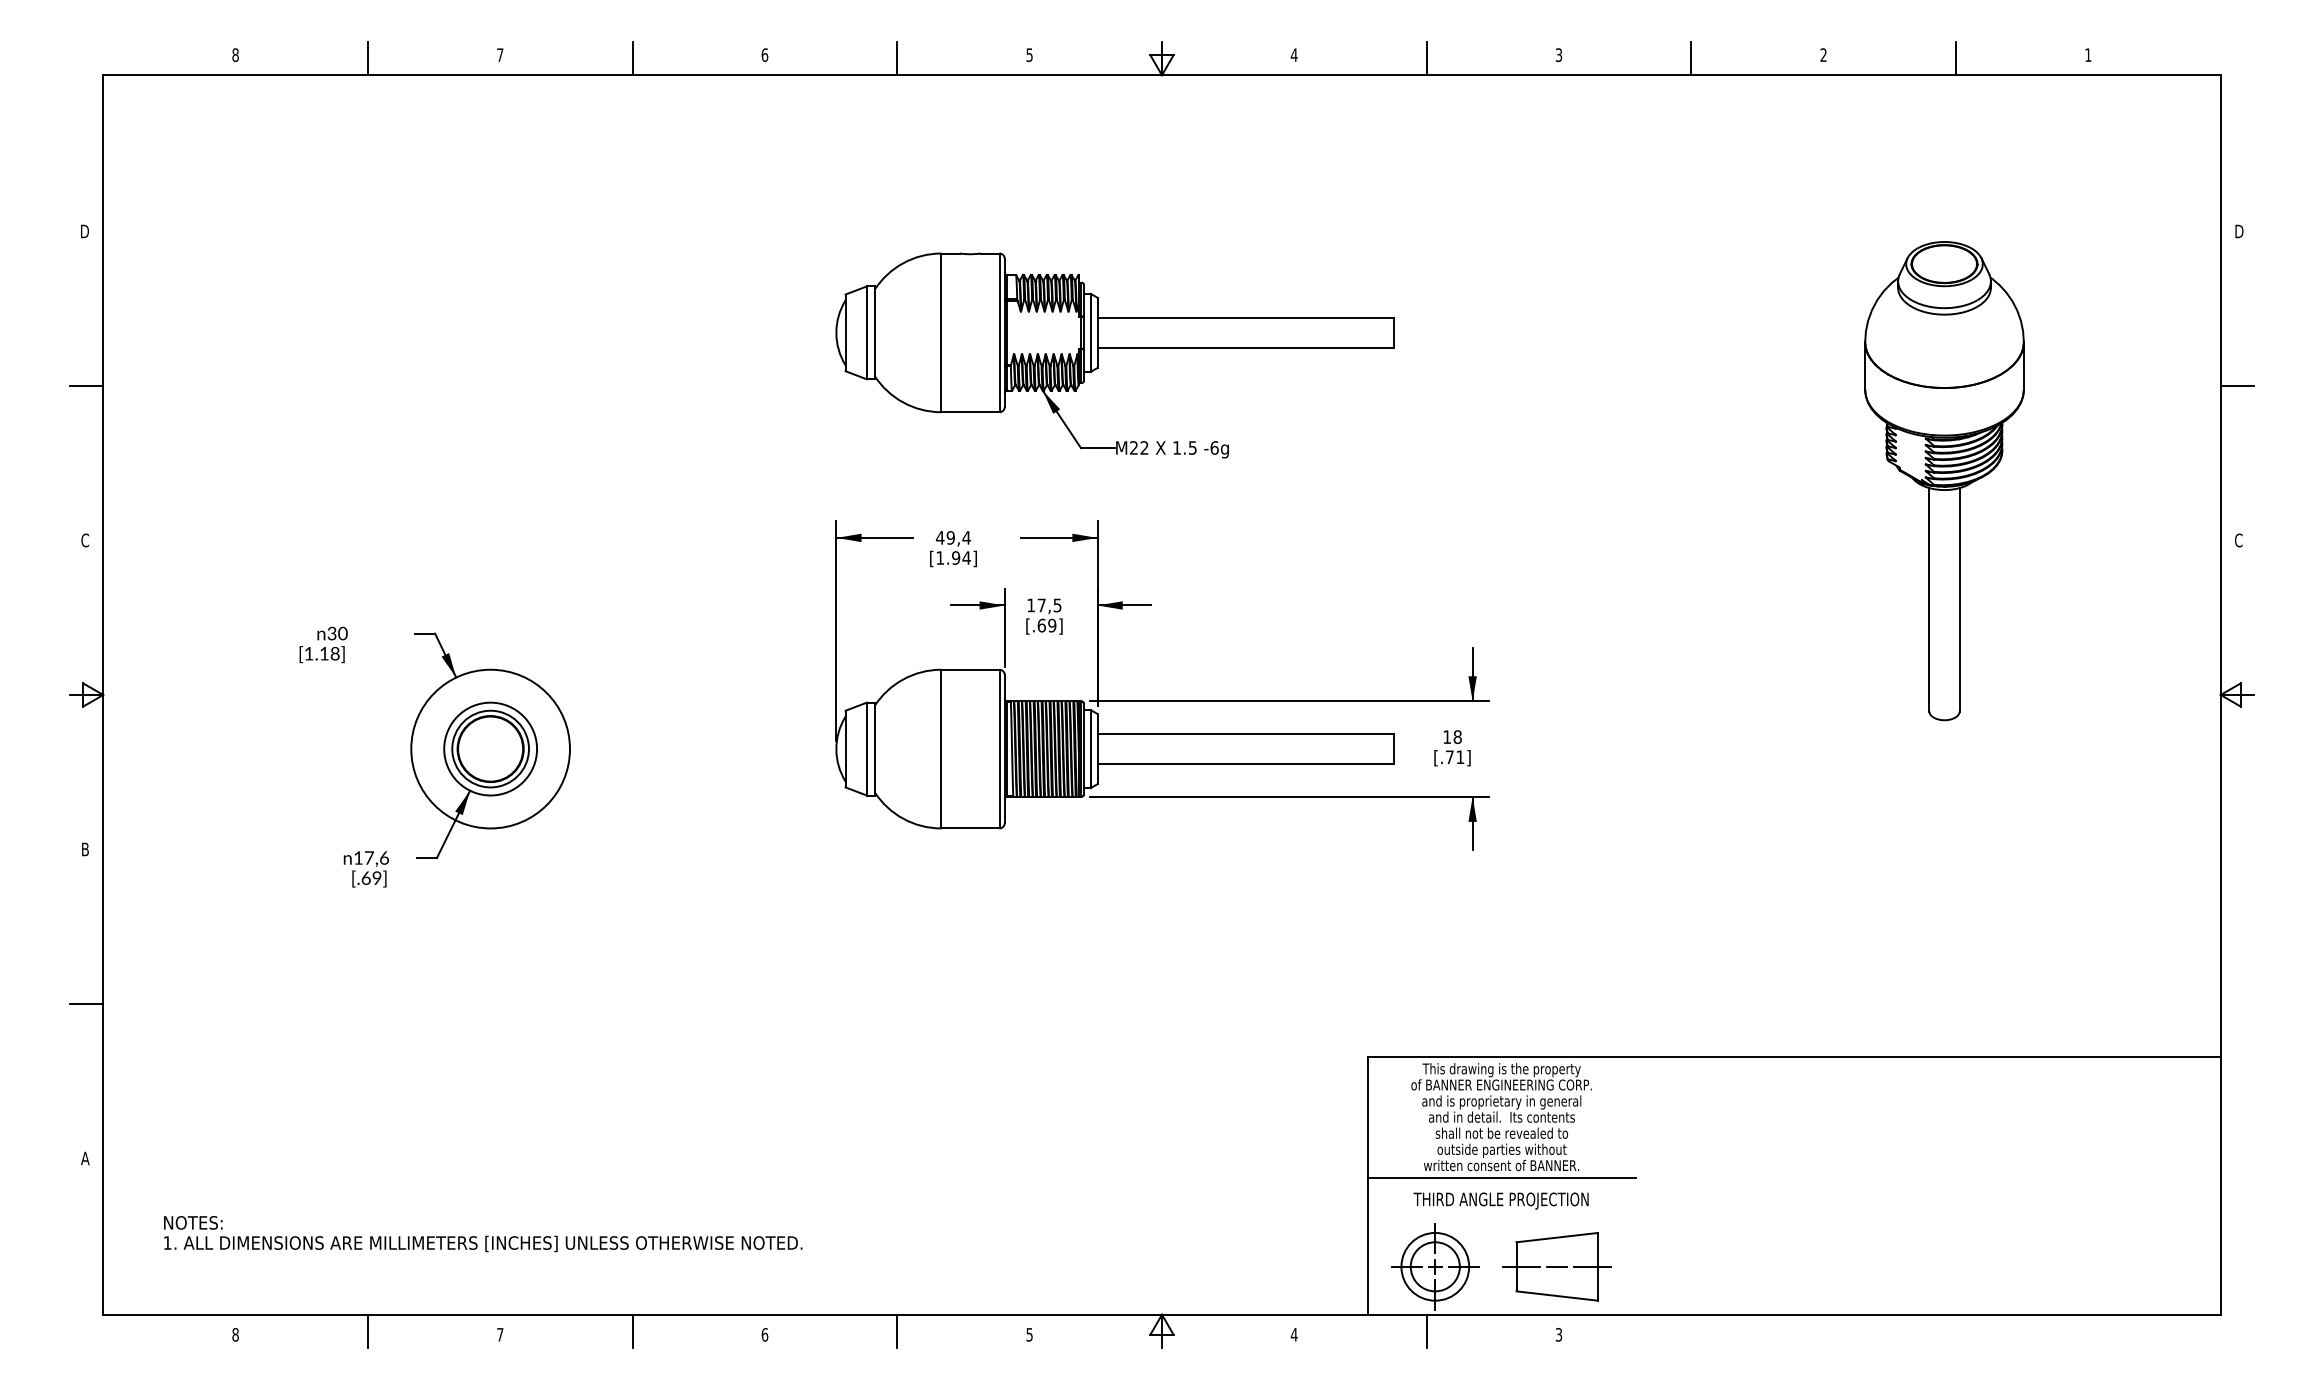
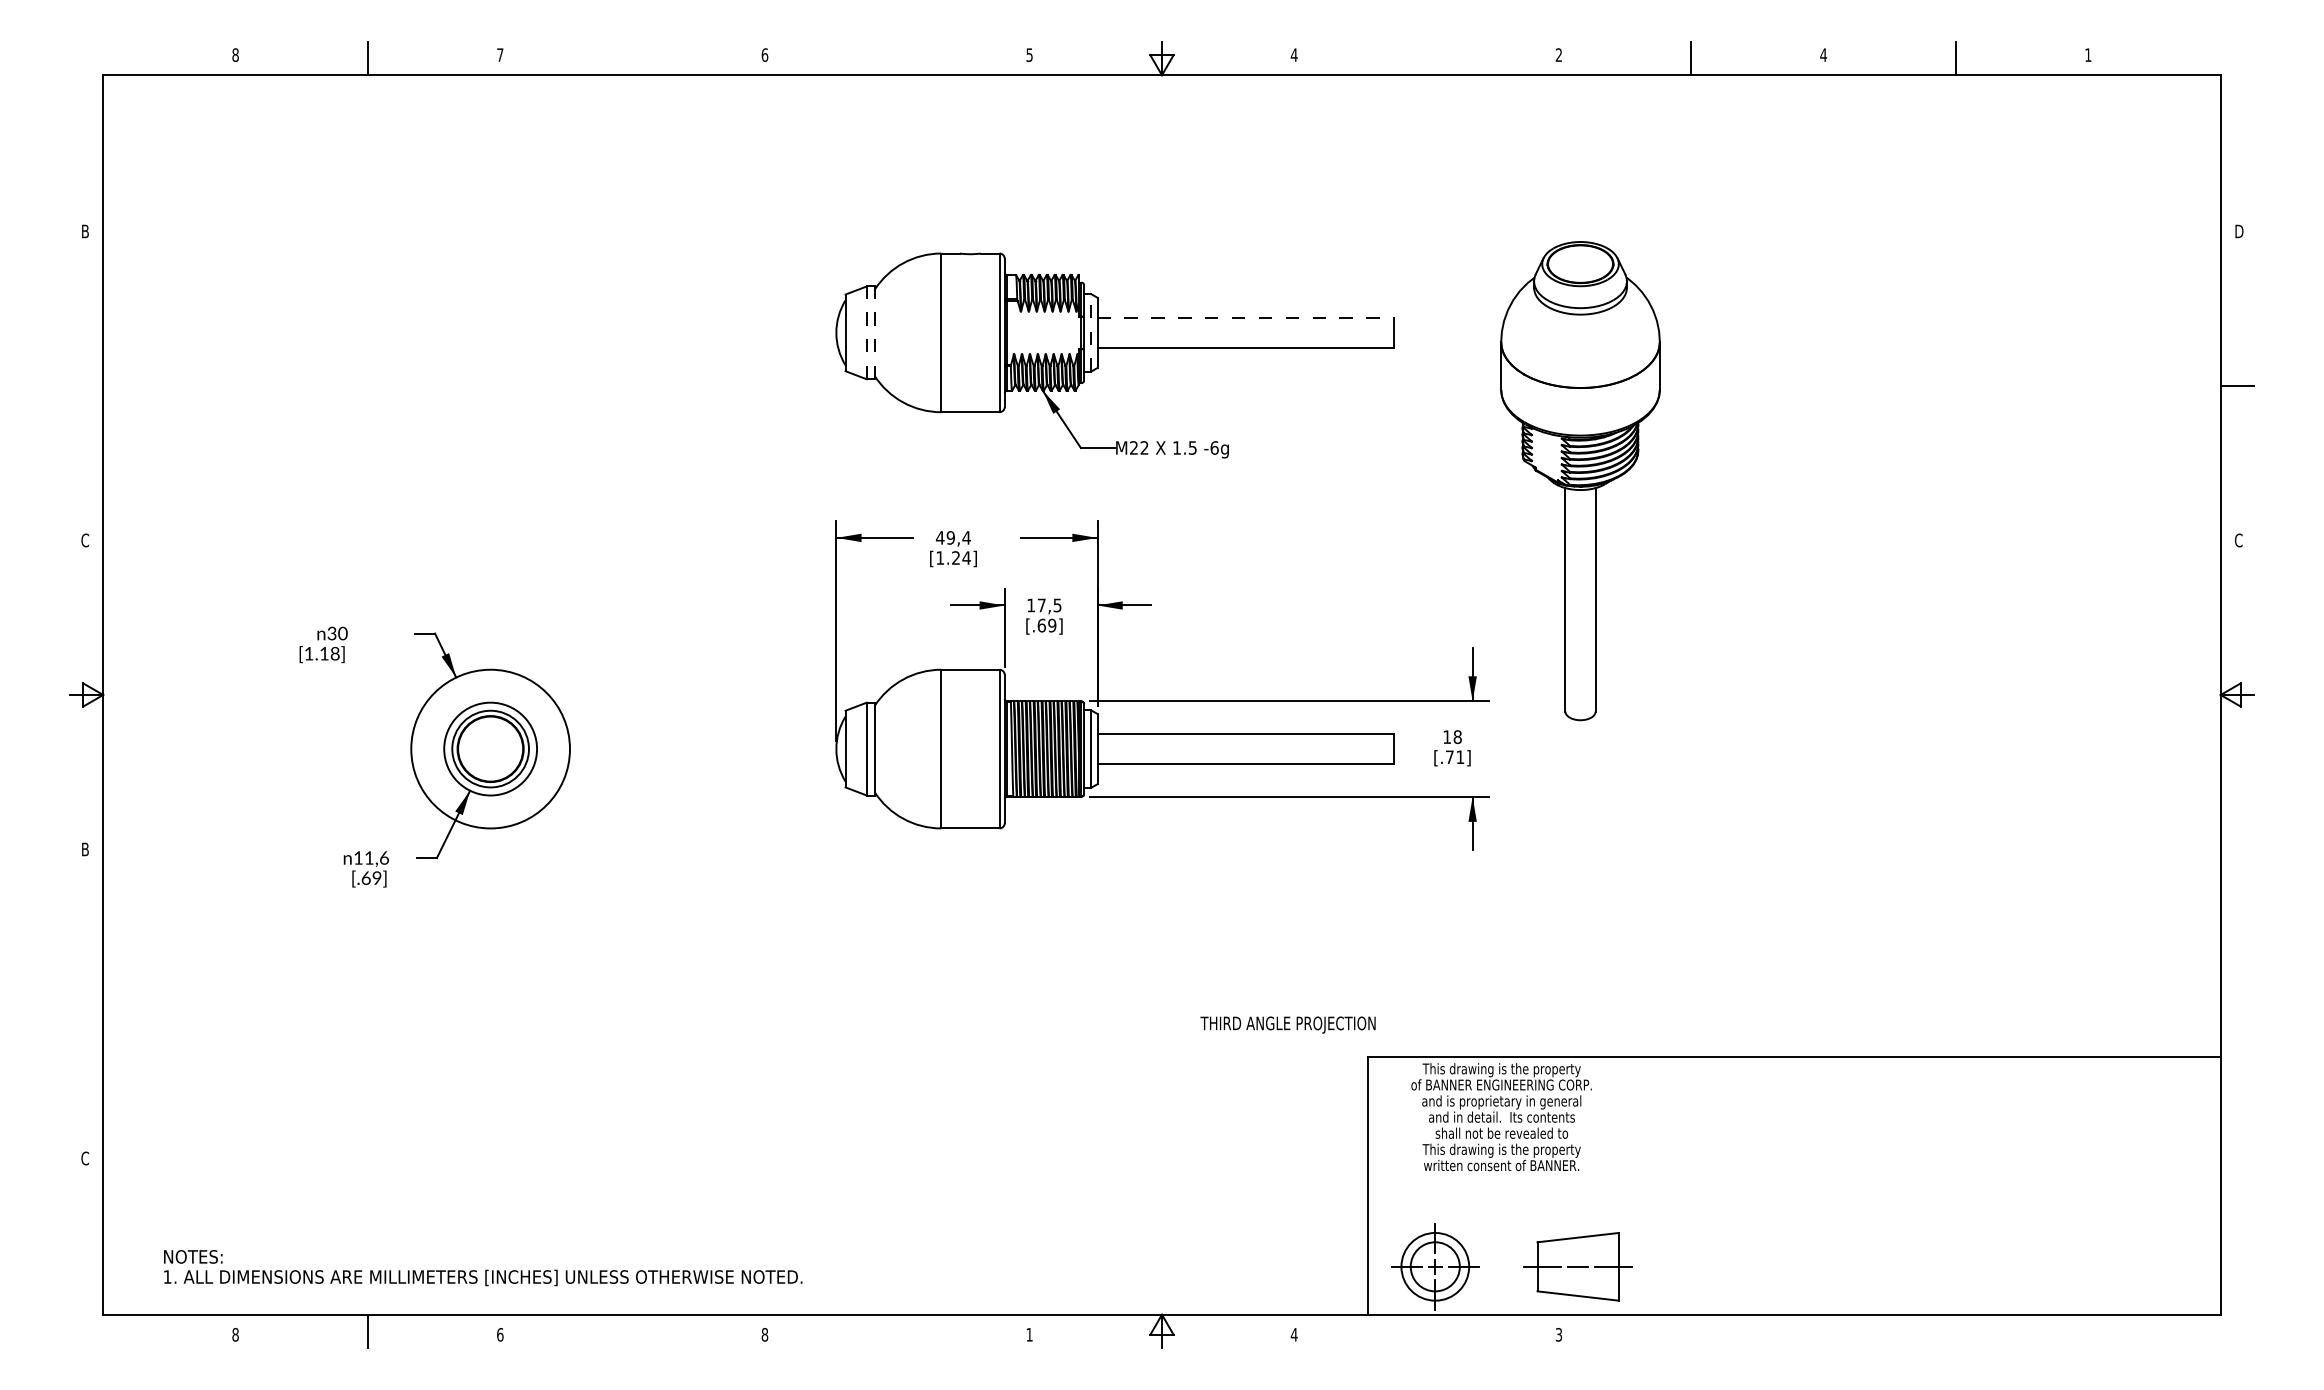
text at (1823, 54): 2 -> 4
text at (1558, 55): 3 -> 2
line at (632, 58): present -> none
line at (897, 58): present -> none
line at (1426, 58): present -> none
text at (84, 231): D -> B
line at (1246, 317): solid -> dashed
line at (866, 332): solid -> dashed
line at (874, 332): solid -> dashed
line at (1090, 332): solid -> dashed
line at (86, 385): present -> none
part at (1944, 481) position: (1944, 481) -> (1580, 481)
text at (956, 557): [1.94] -> [1.24]
text at (369, 857): 17,6 -> 11,6
line at (86, 1004): present -> none
text at (1501, 1150): outside parties without -> This drawing is the property
text at (85, 1158): A -> C
line at (1501, 1177): present -> none
text at (1500, 1200) position: (1500, 1200) -> (1287, 1024)
text at (483, 1234) position: (483, 1234) -> (483, 1268)
part at (1556, 1266) position: (1556, 1266) -> (1577, 1266)
line at (632, 1331): present -> none
line at (897, 1331): present -> none
line at (1426, 1331): present -> none
text at (500, 1334): 7 -> 6
text at (764, 1334): 6 -> 8
text at (1029, 1334): 5 -> 1
